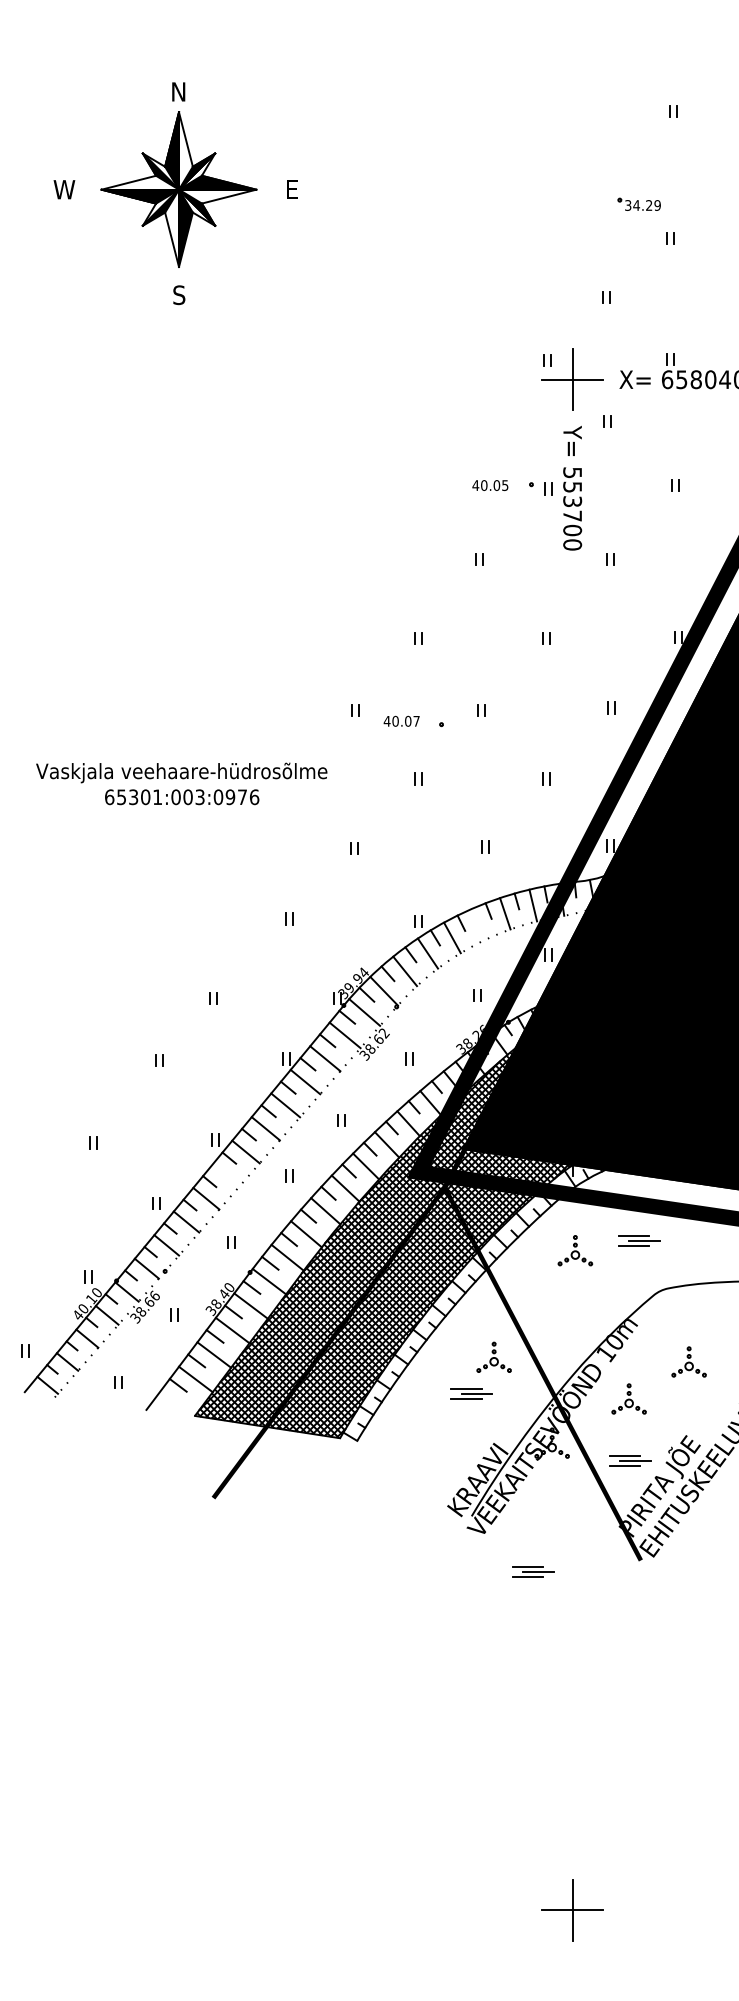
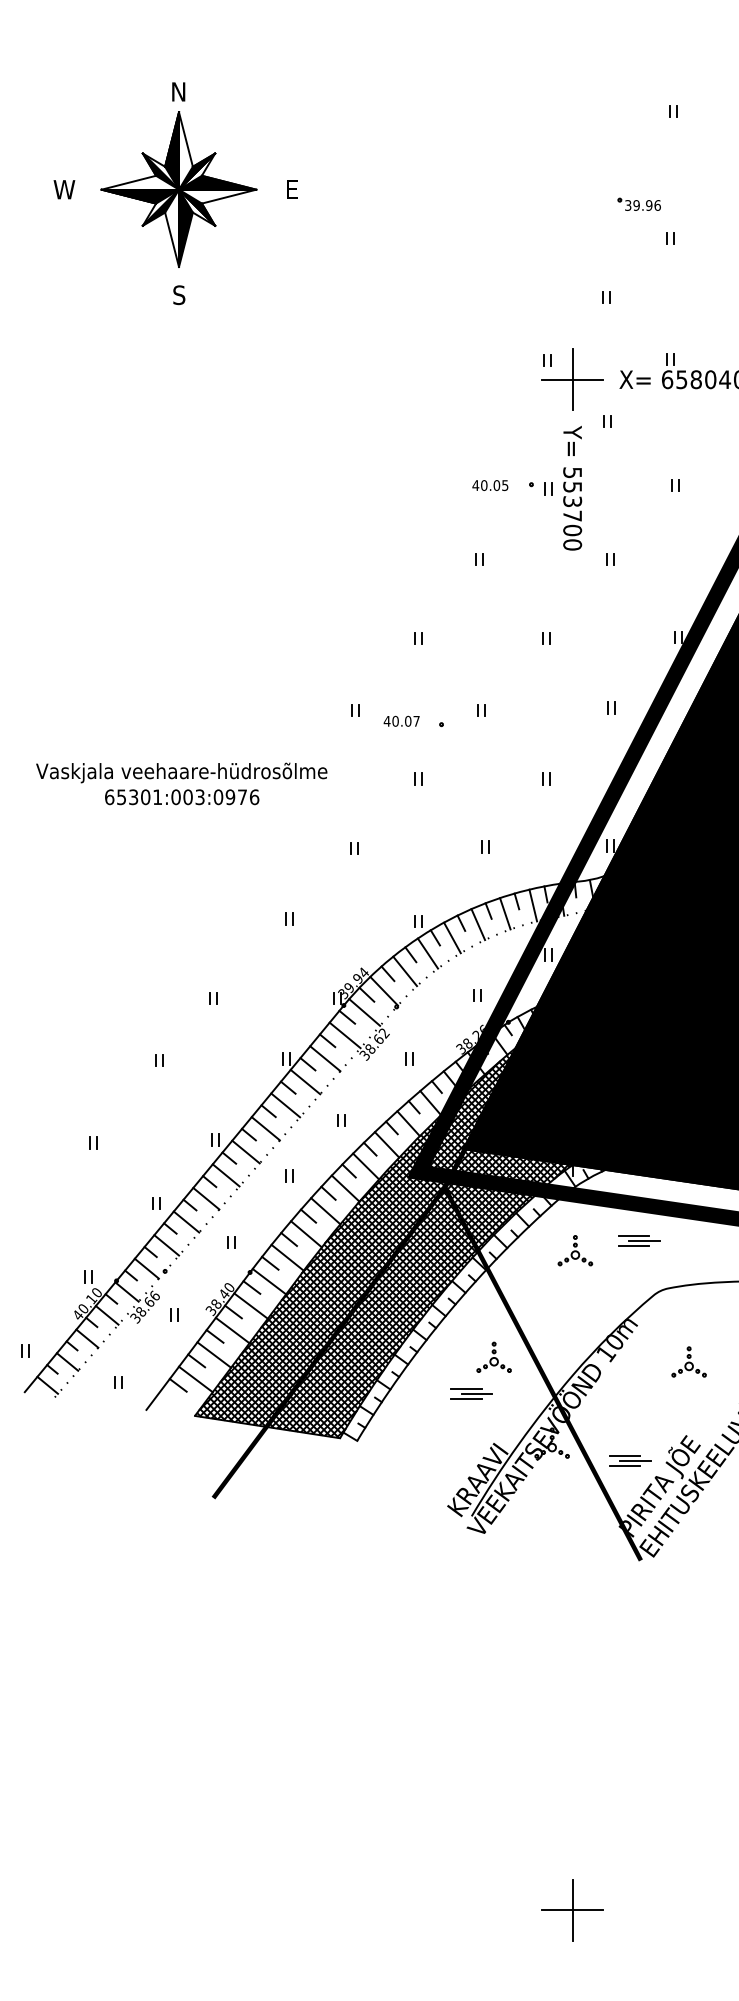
text at (646, 205): 34.29 -> 39.96
line at (478, 924): none -> present
line at (225, 1175): none -> present
part at (628, 1398): present -> none
part at (533, 1571): present -> none
